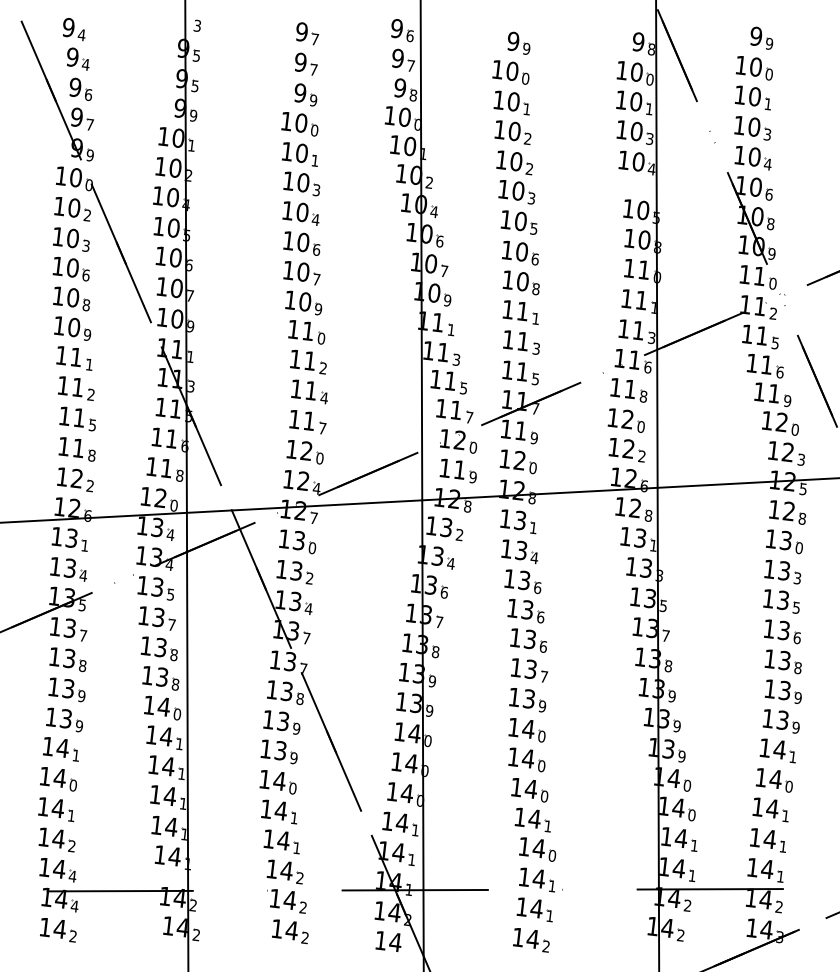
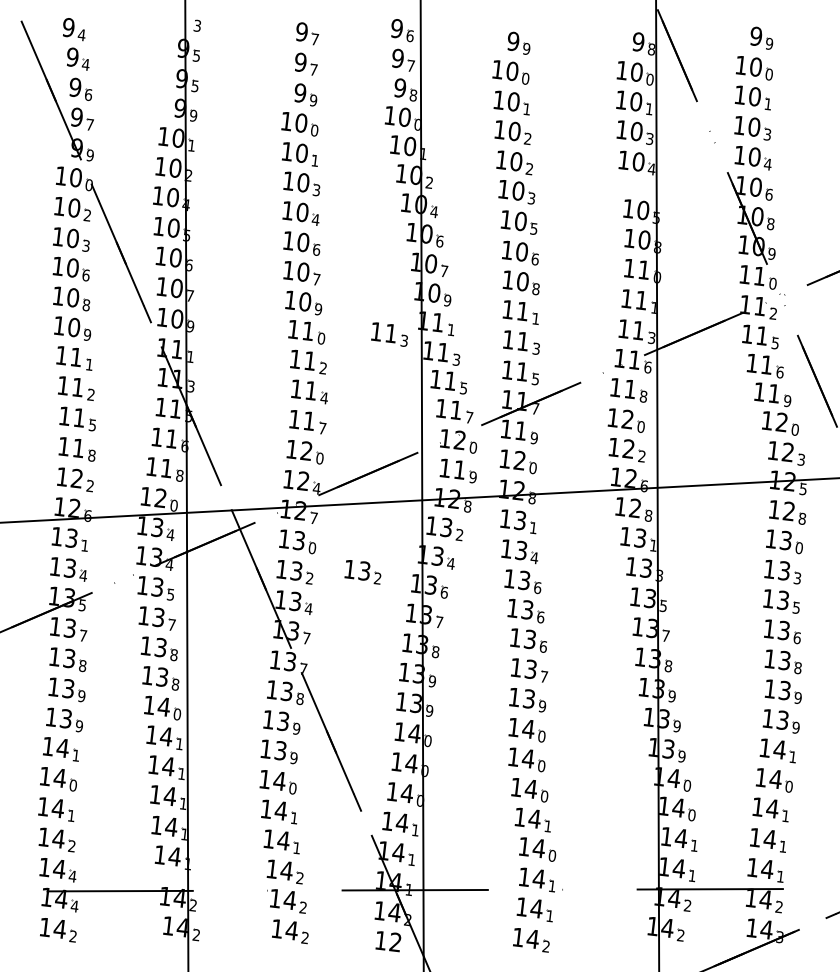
part at (389, 334): none -> present
part at (362, 572): none -> present
text at (395, 942): 14 -> 12
